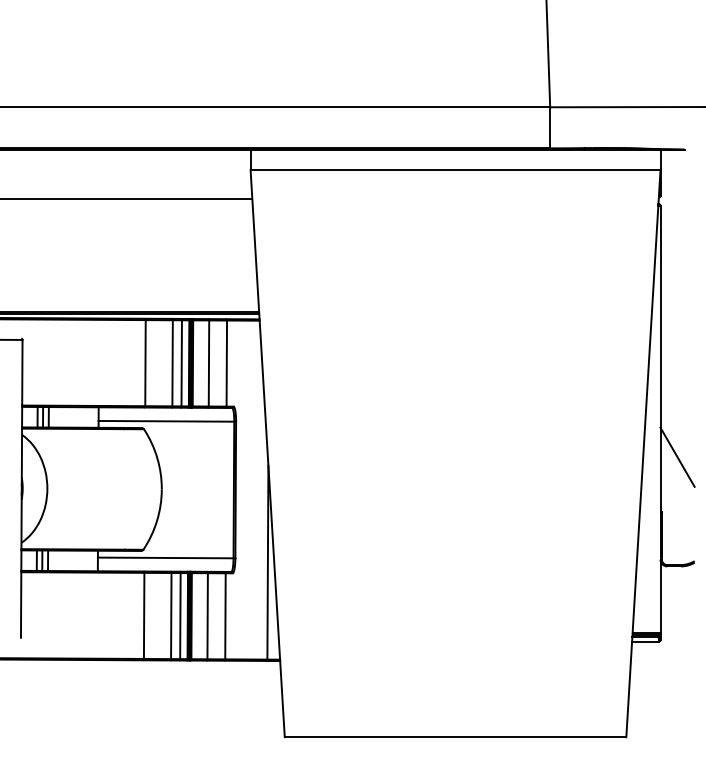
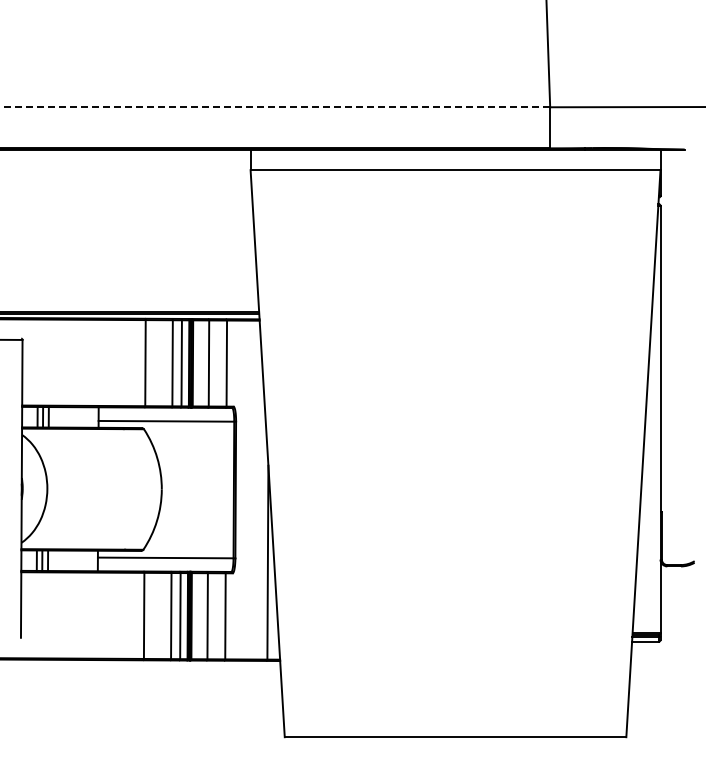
line at (275, 107): solid -> dashed
line at (127, 198): present -> none
line at (677, 456): present -> none
